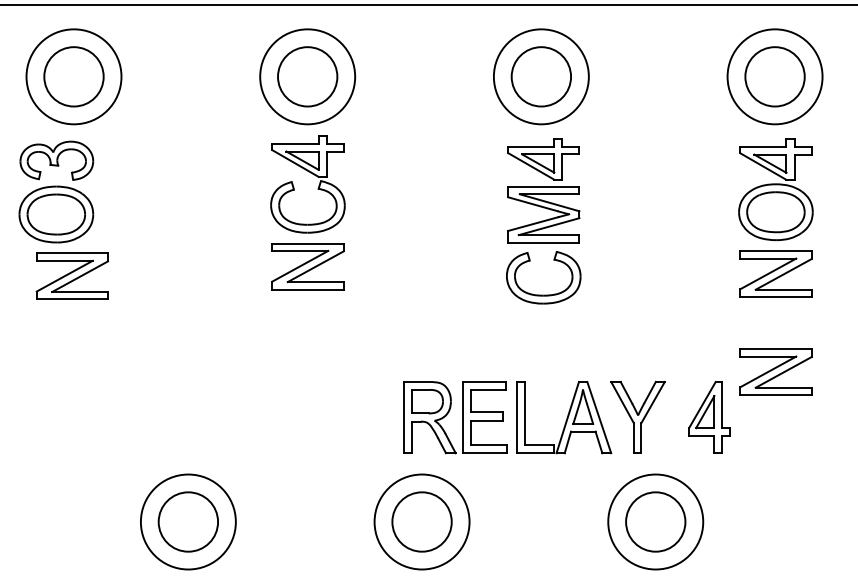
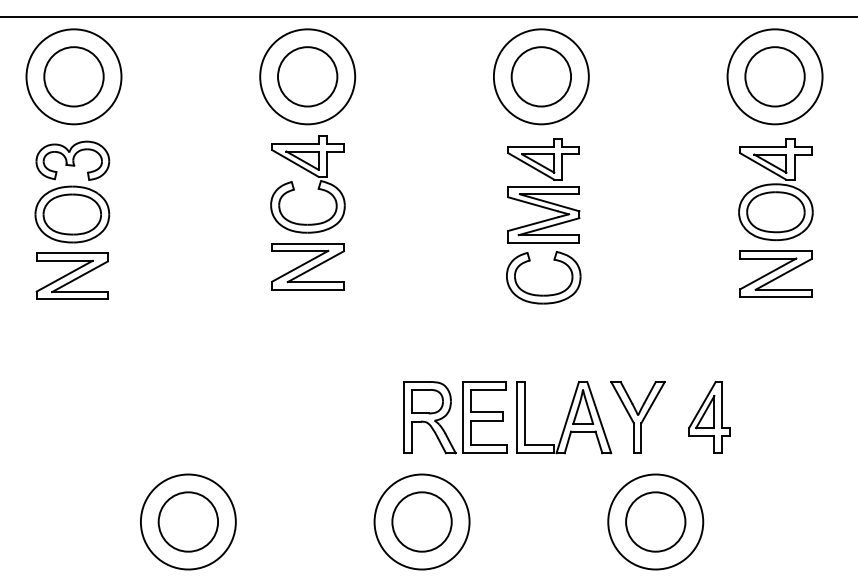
line at (428, 5) position: (428, 5) -> (428, 17)
part at (56, 191) position: (56, 191) -> (72, 191)
part at (775, 371): present -> none
